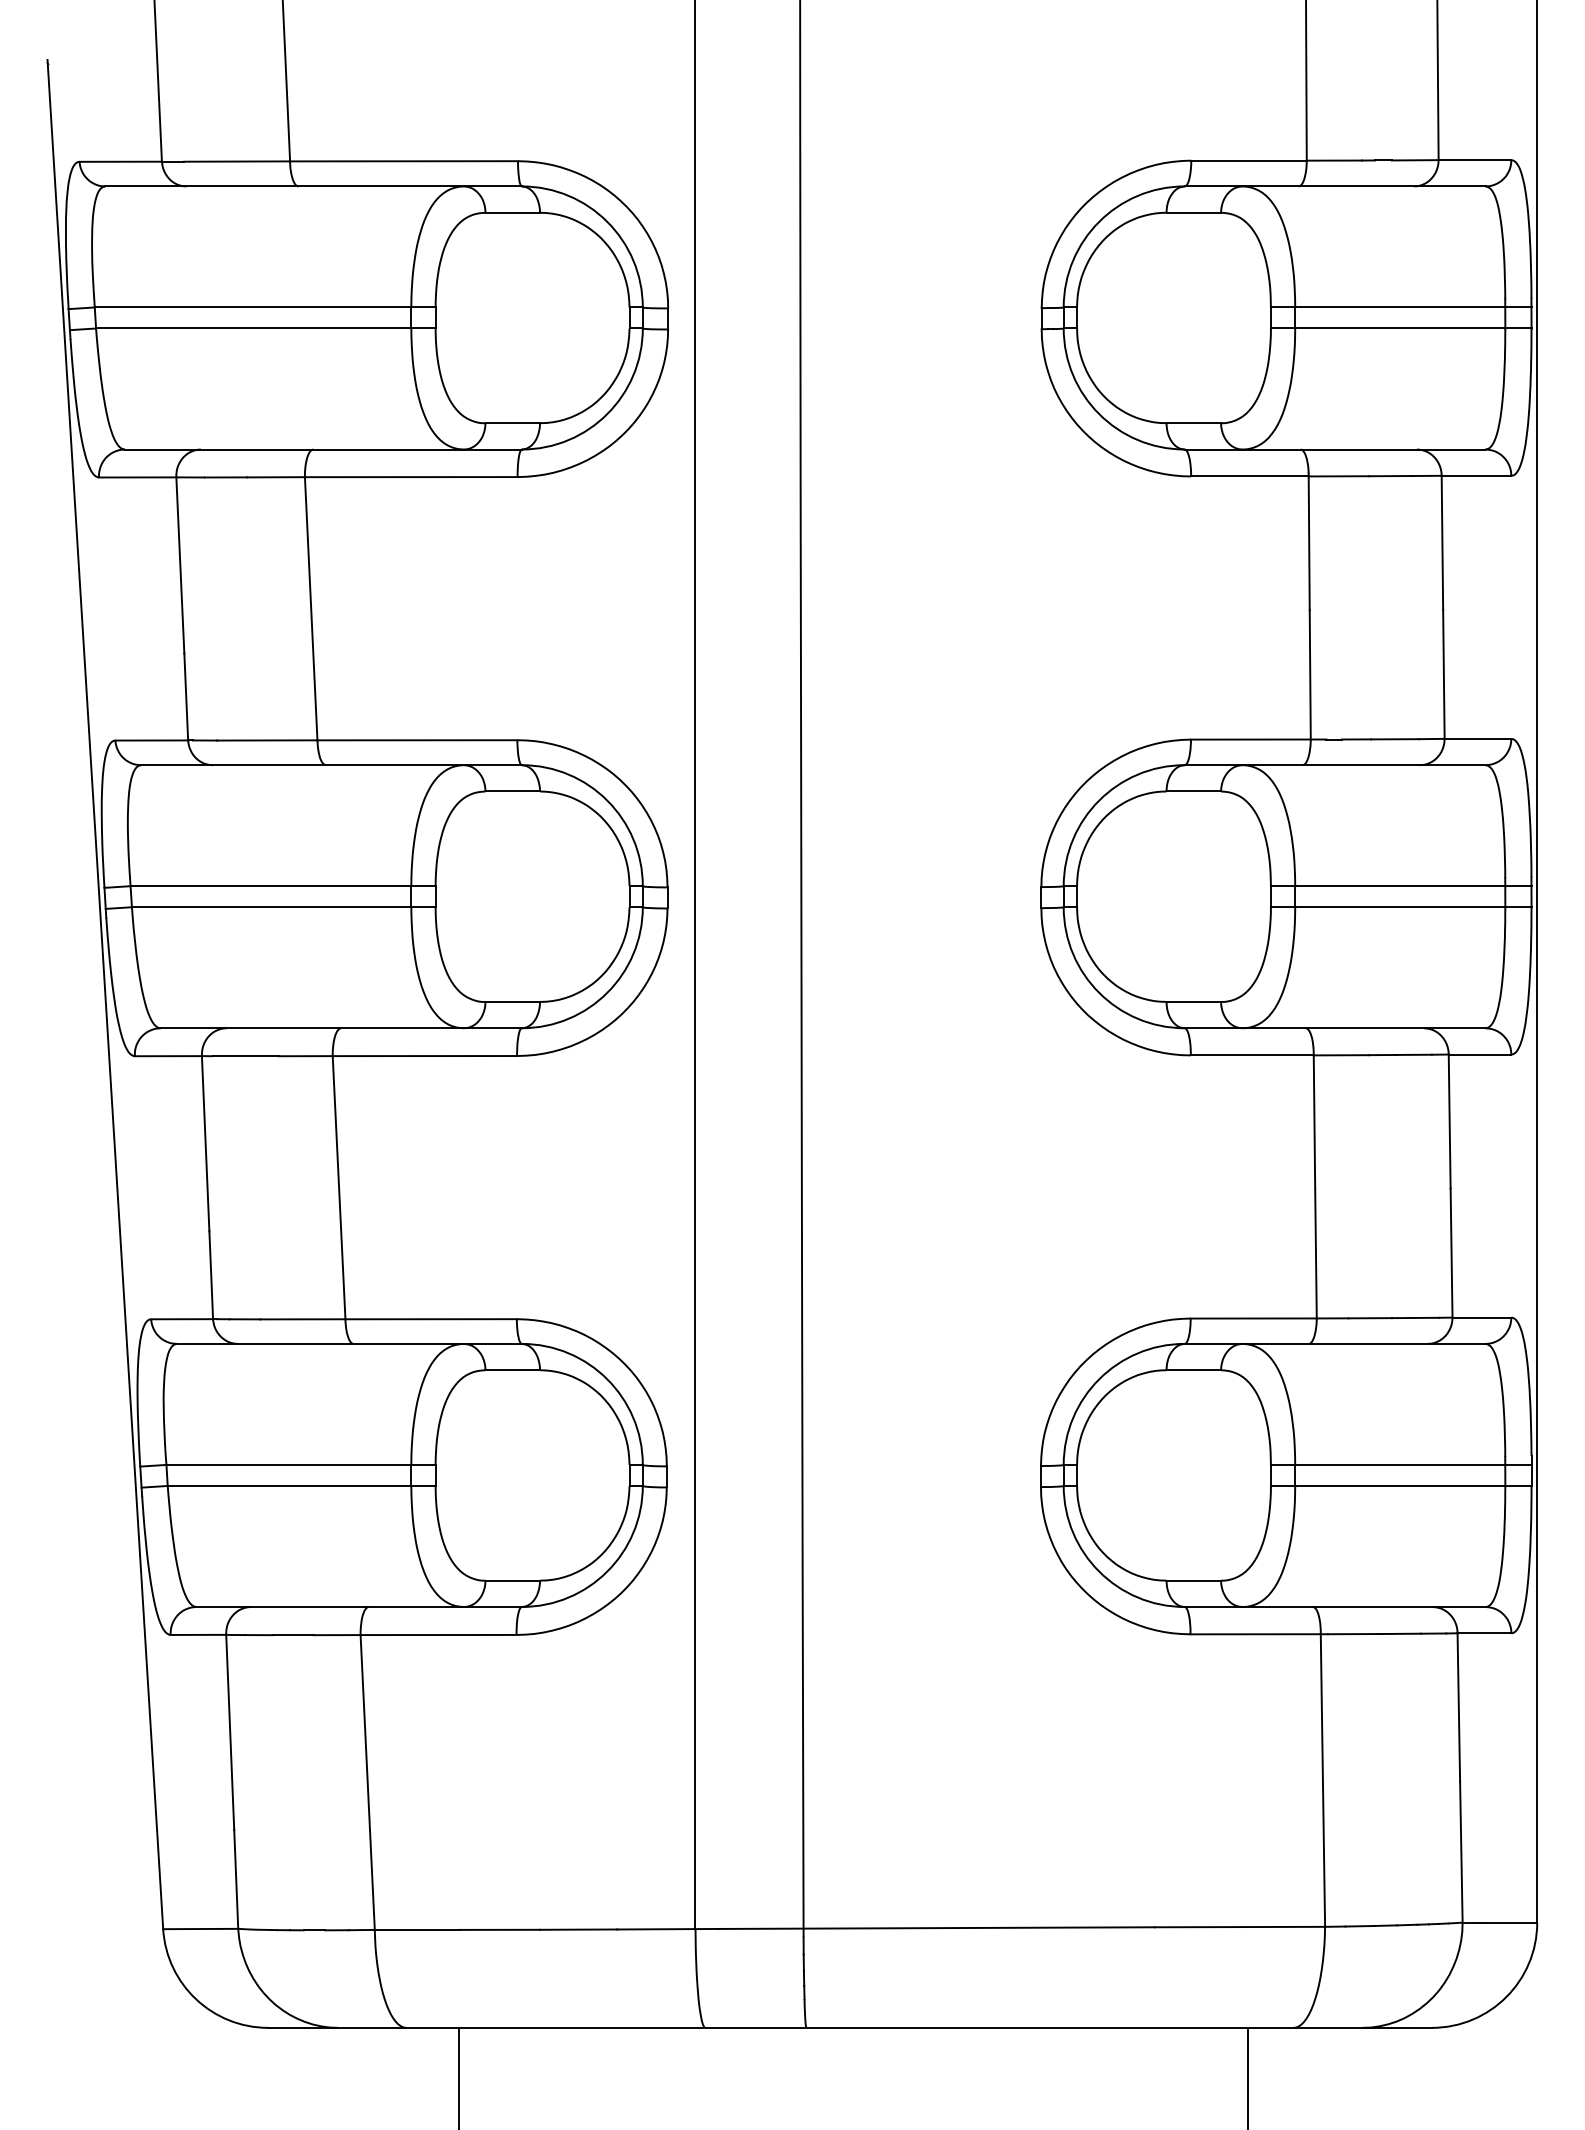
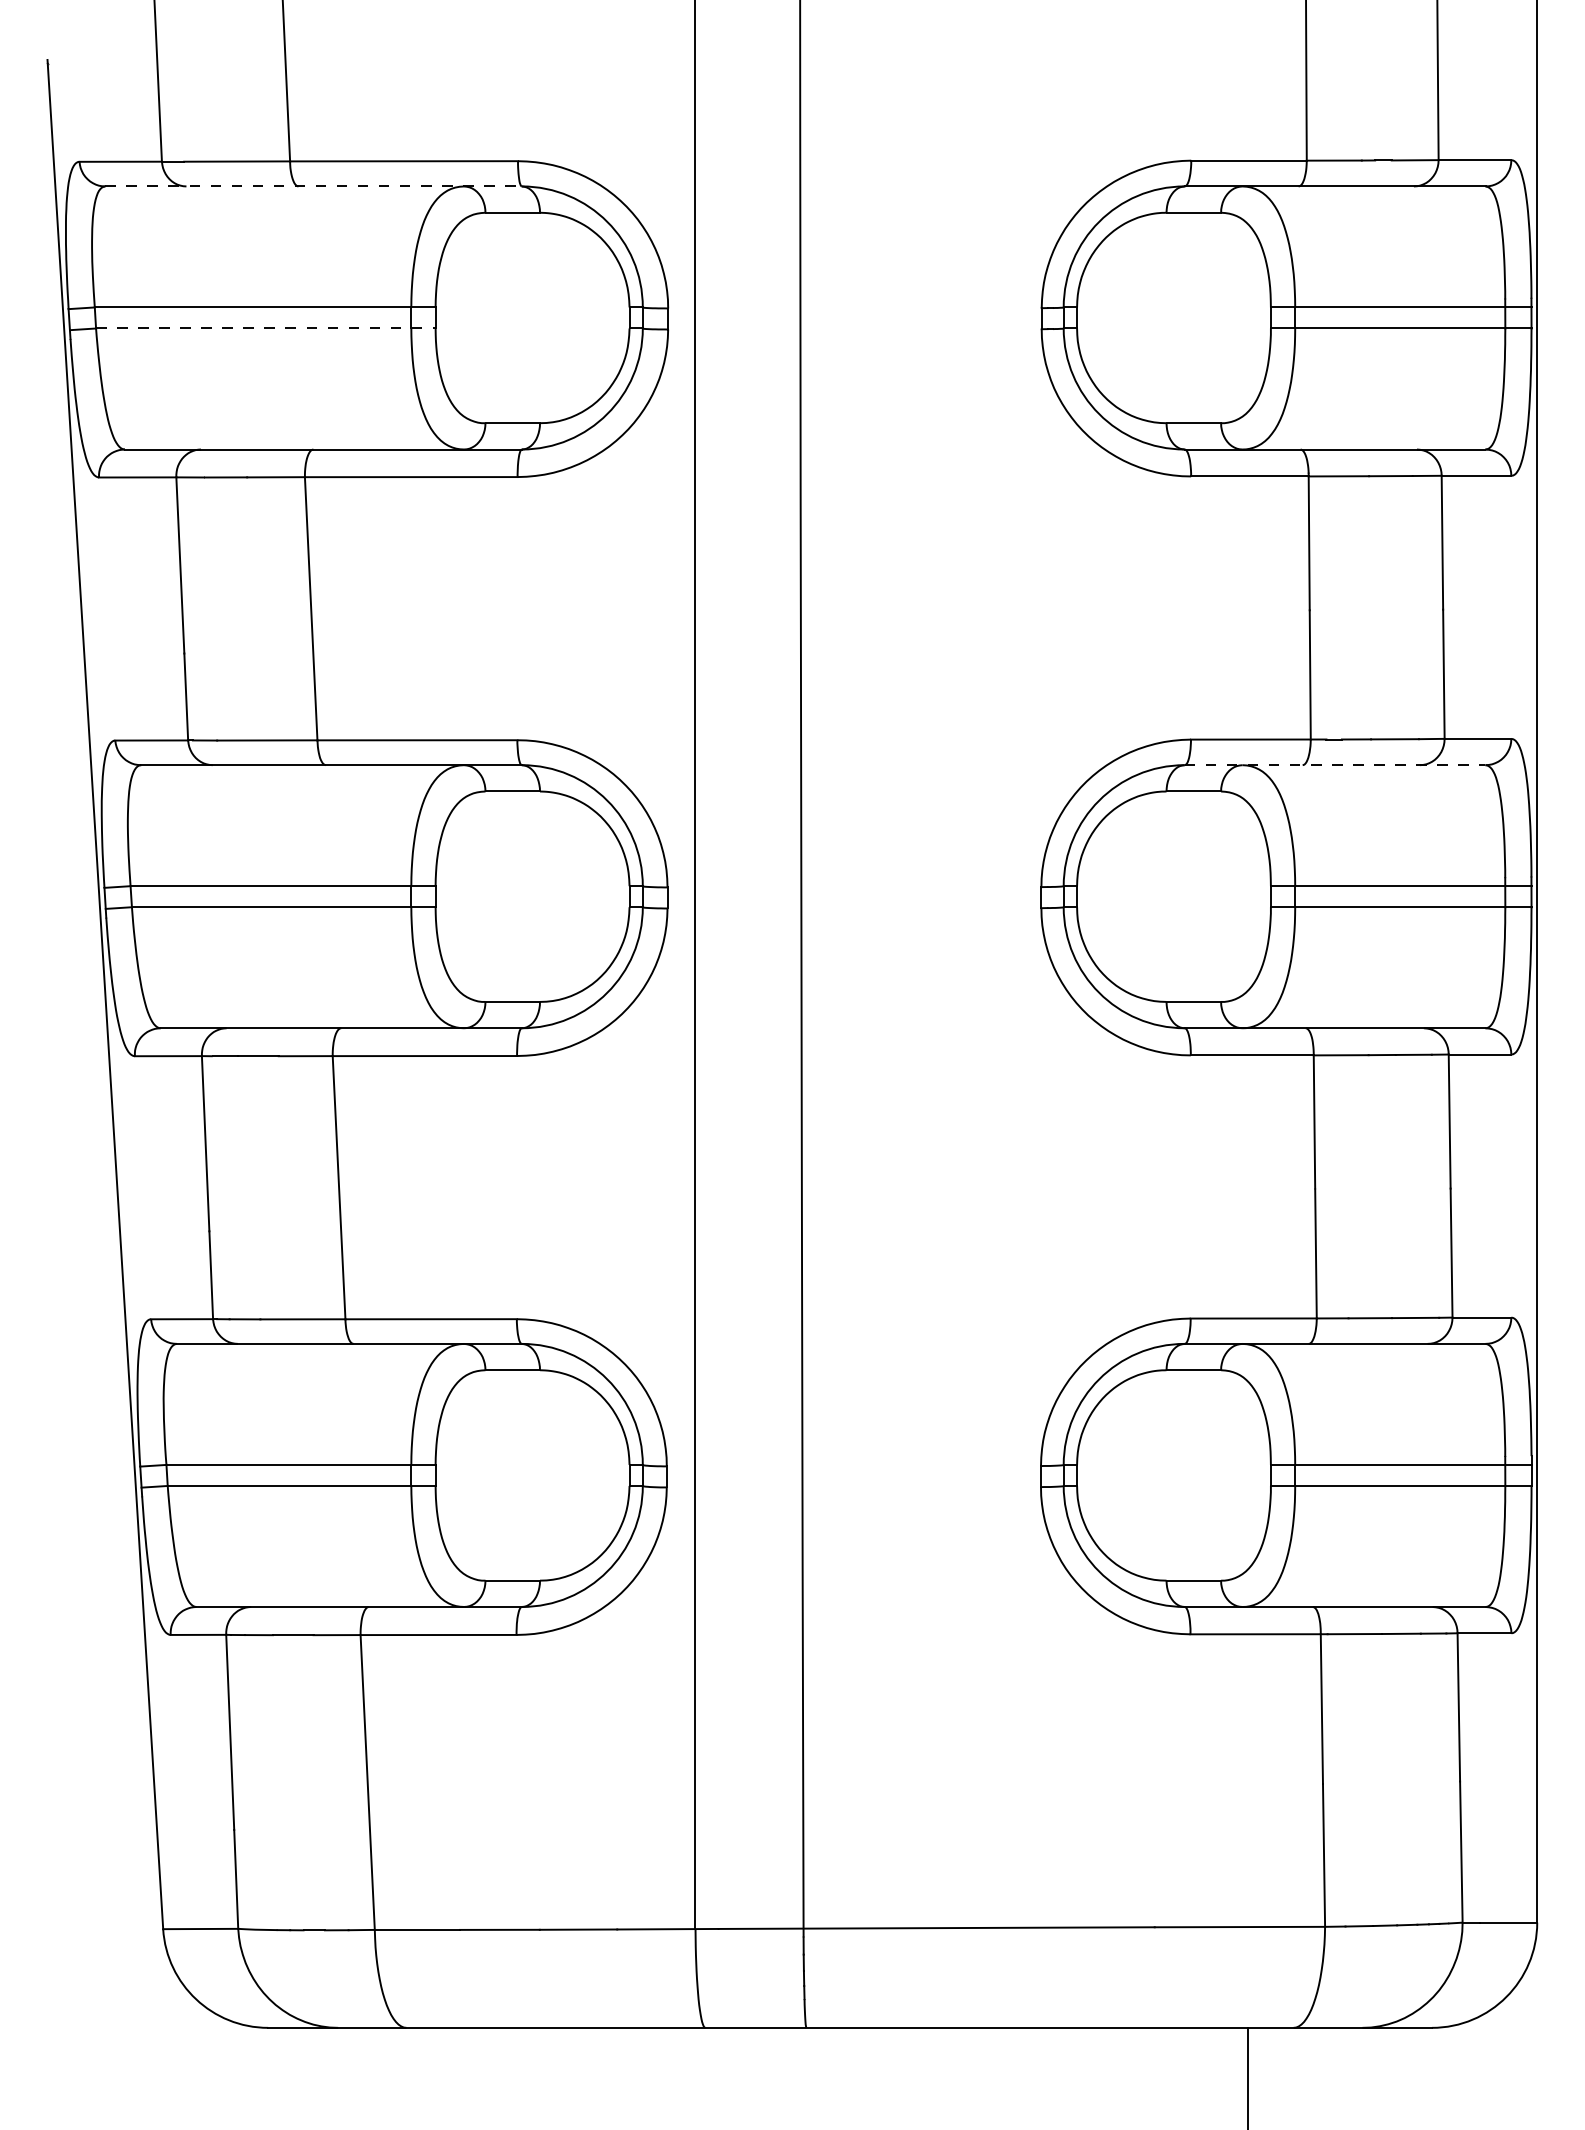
line at (314, 186): solid -> dashed
line at (265, 328): solid -> dashed
line at (1335, 765): solid -> dashed
line at (458, 2076): present -> none
